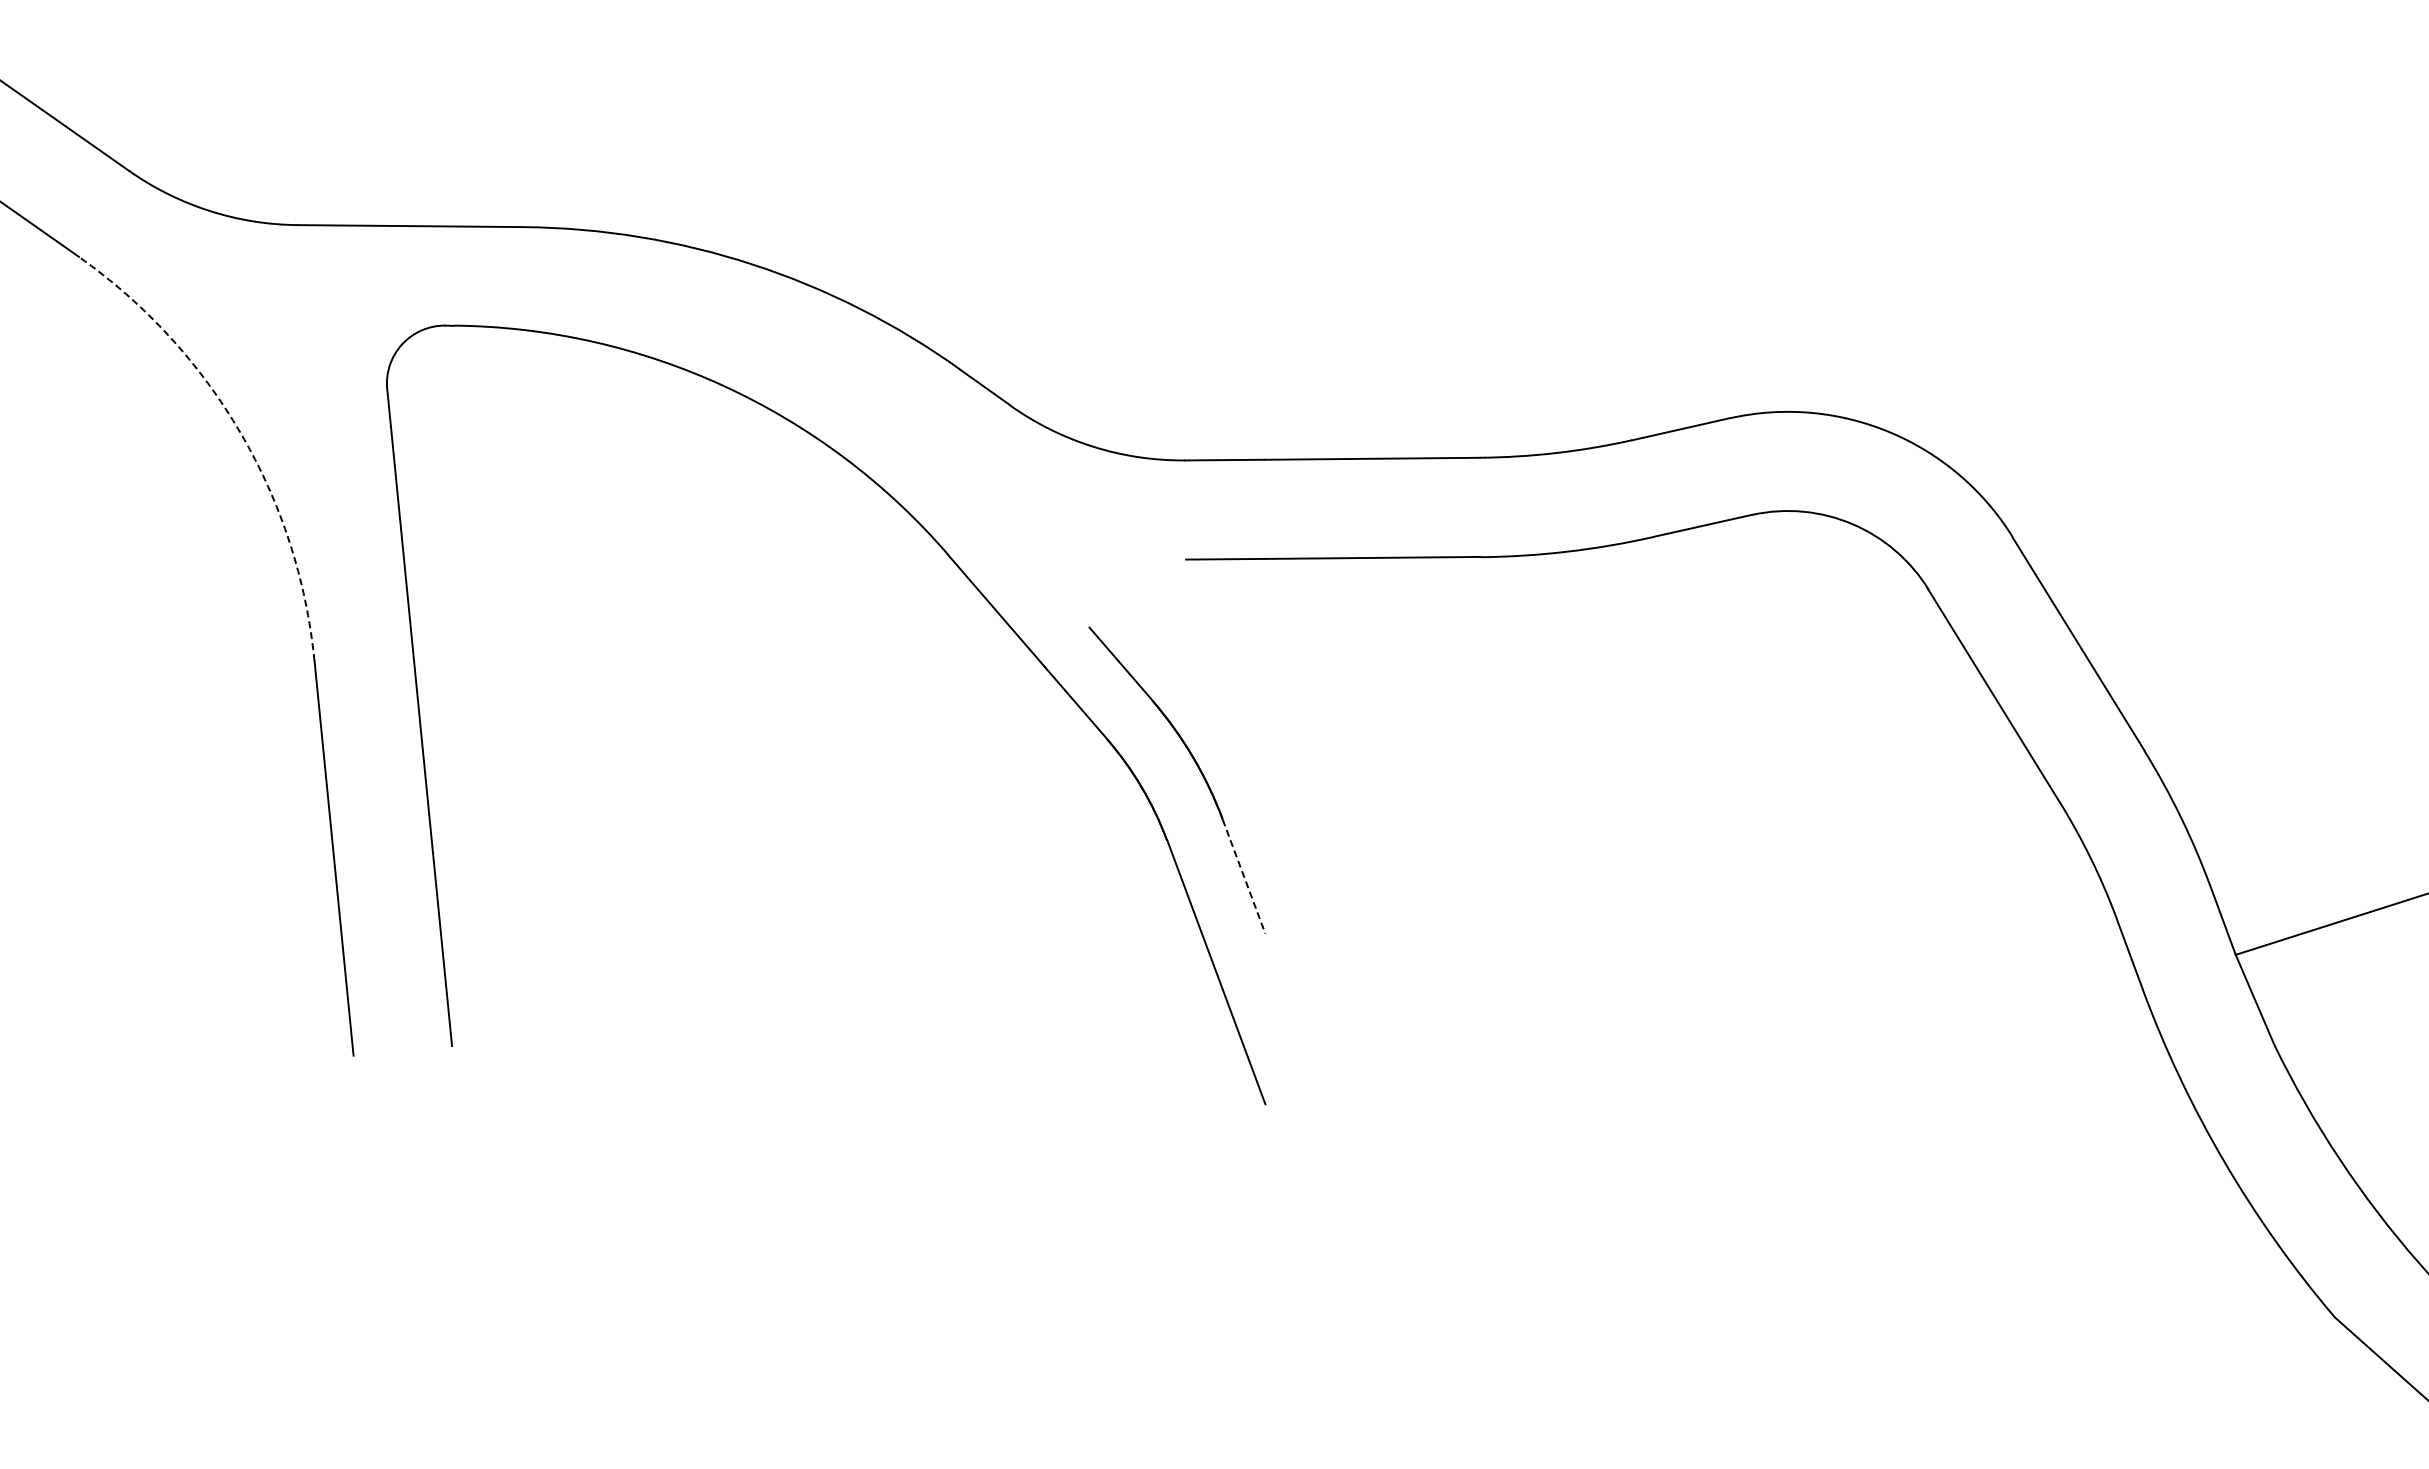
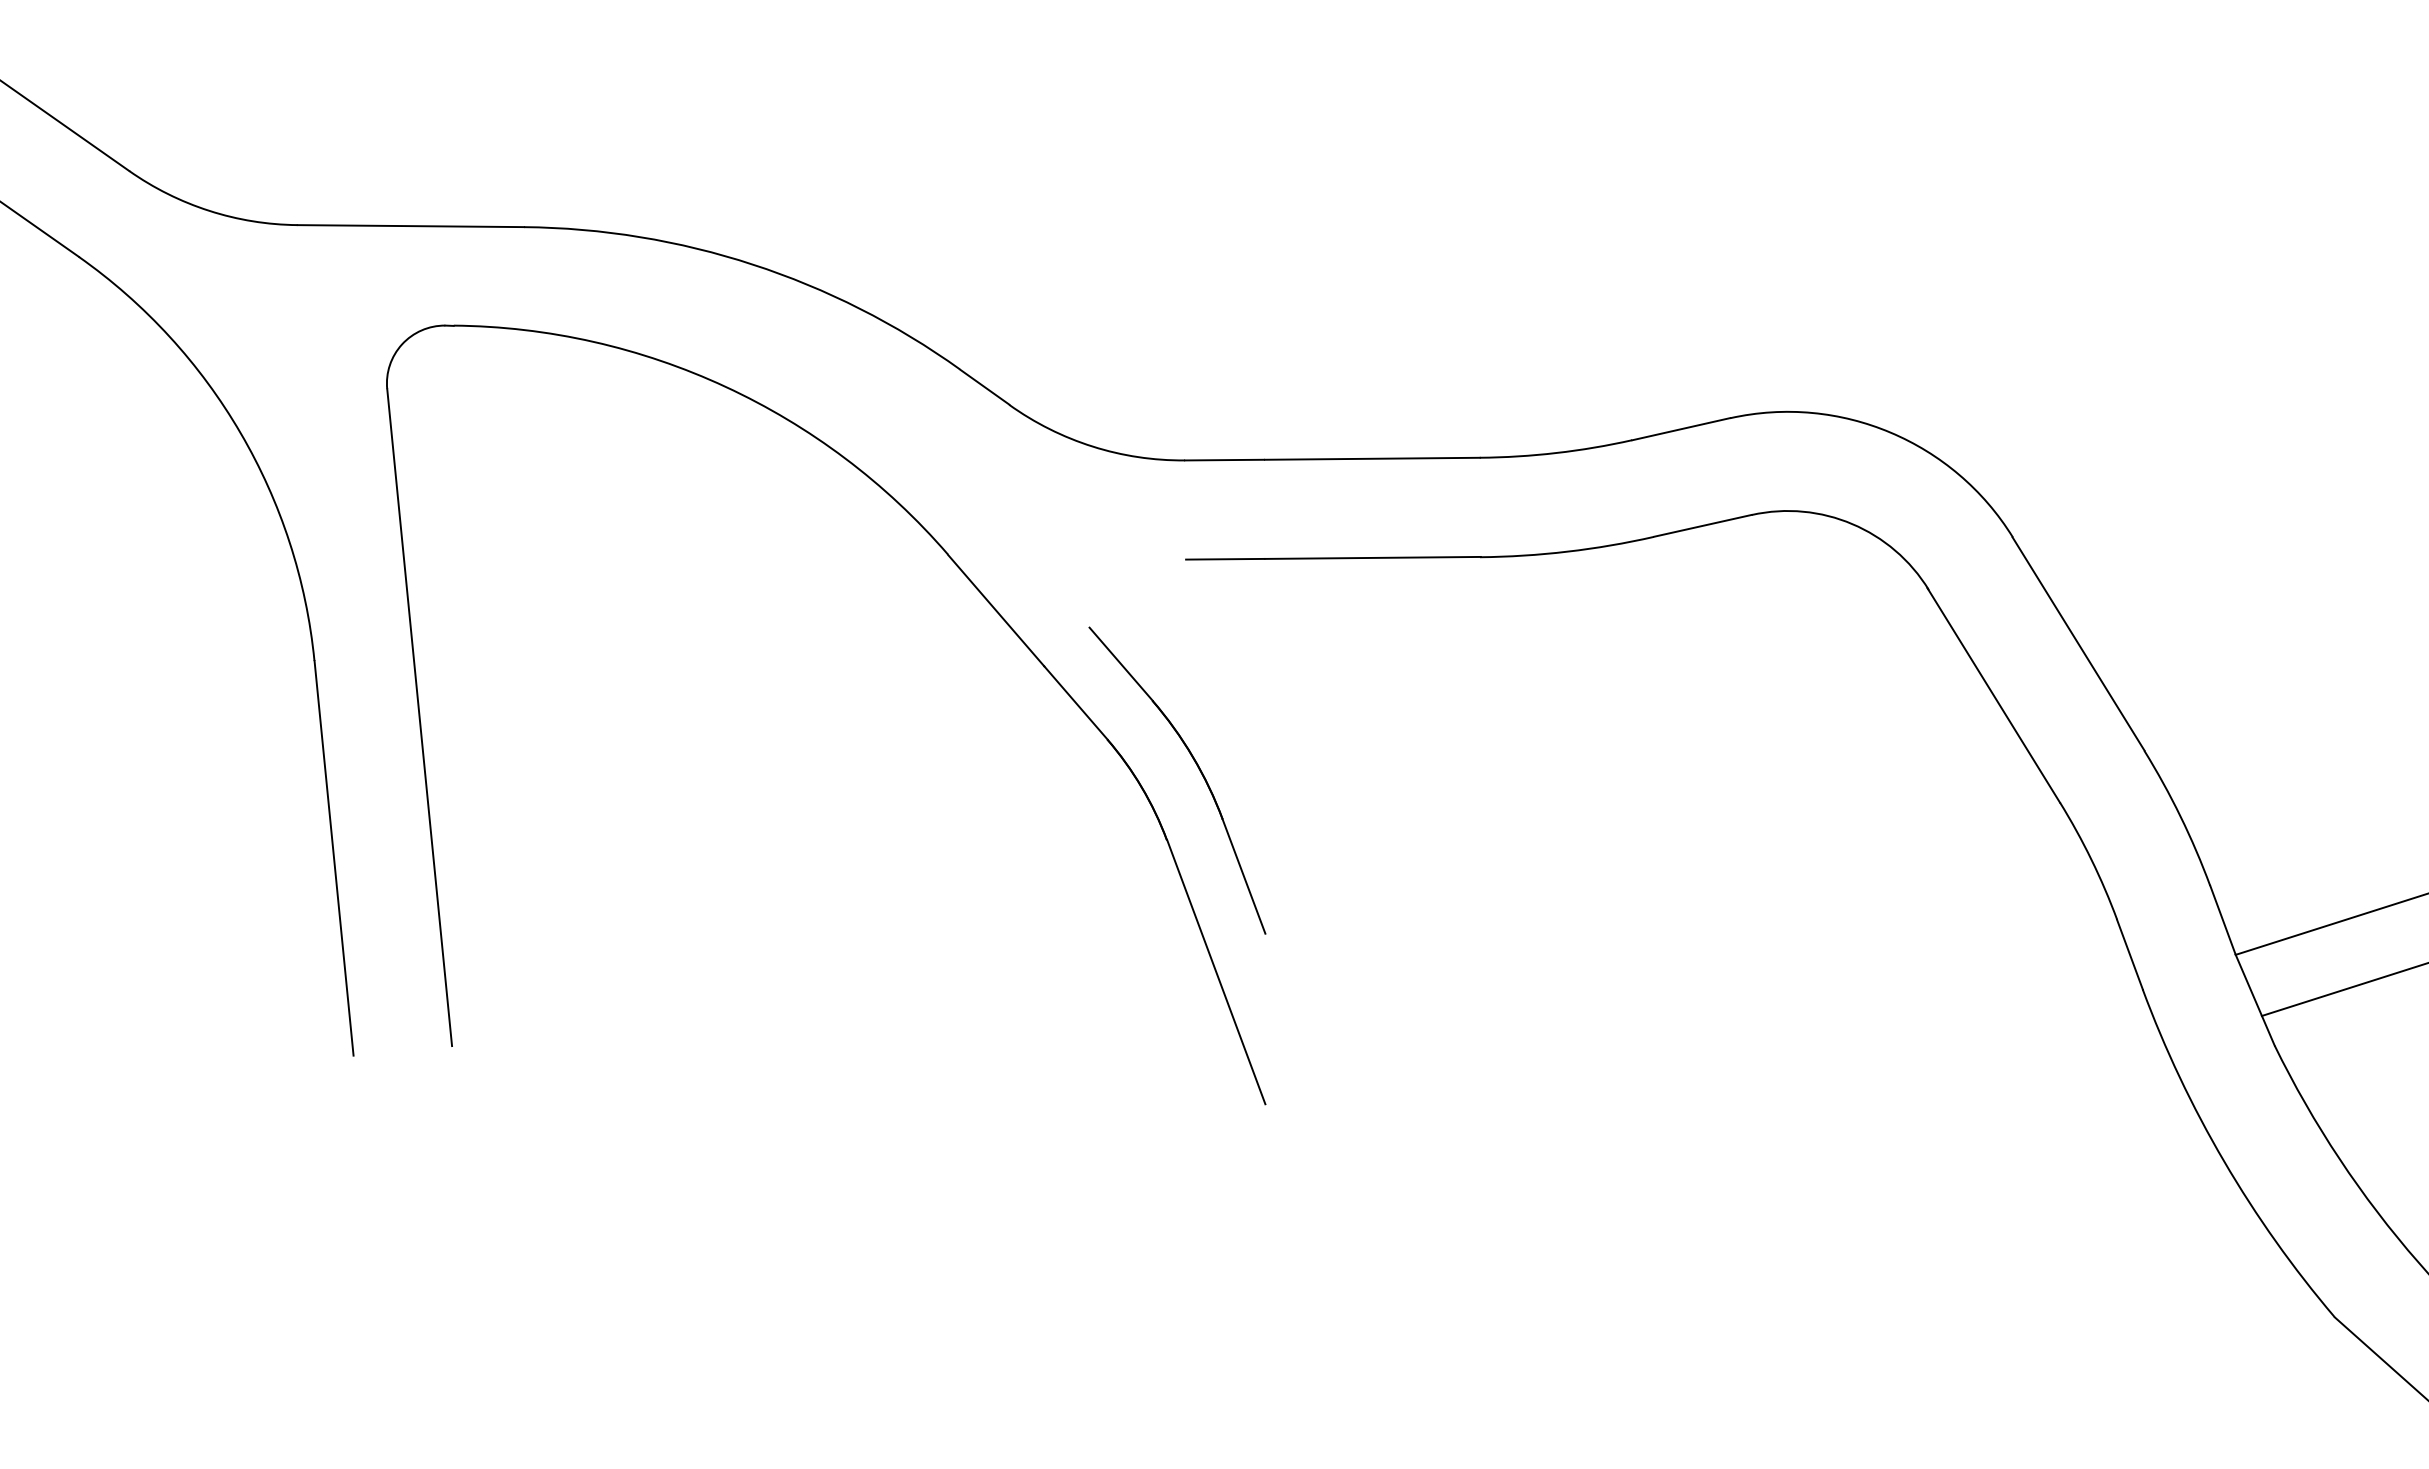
arc at (240, 433): dashed -> solid
line at (1244, 876): dashed -> solid
line at (2343, 990): none -> present
